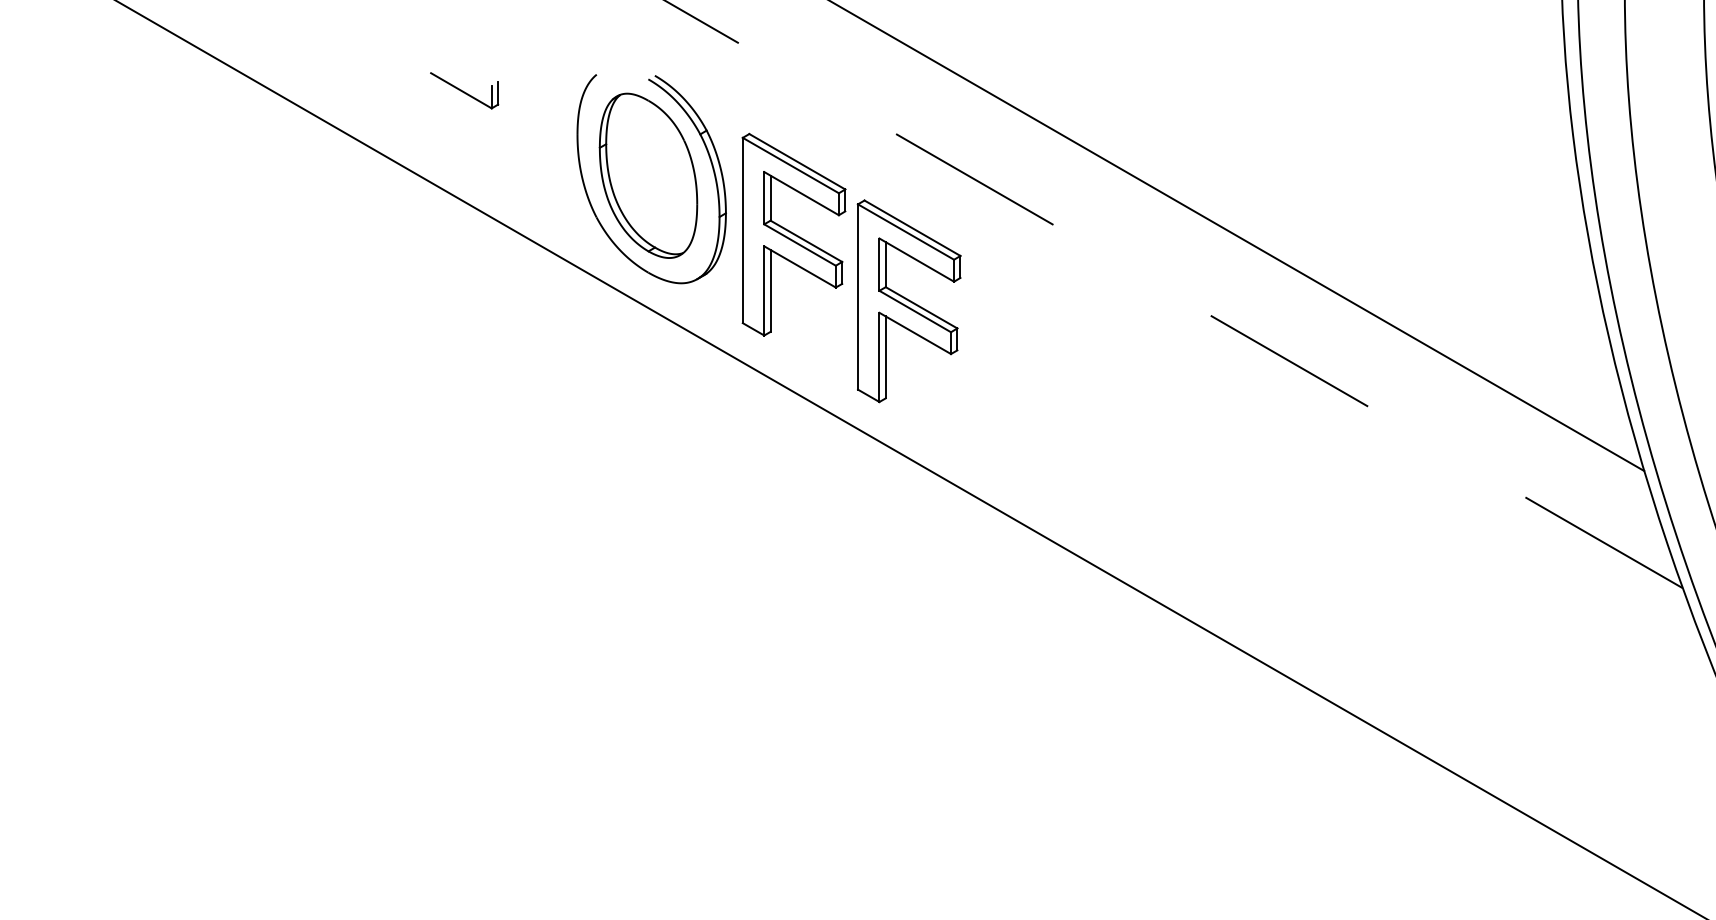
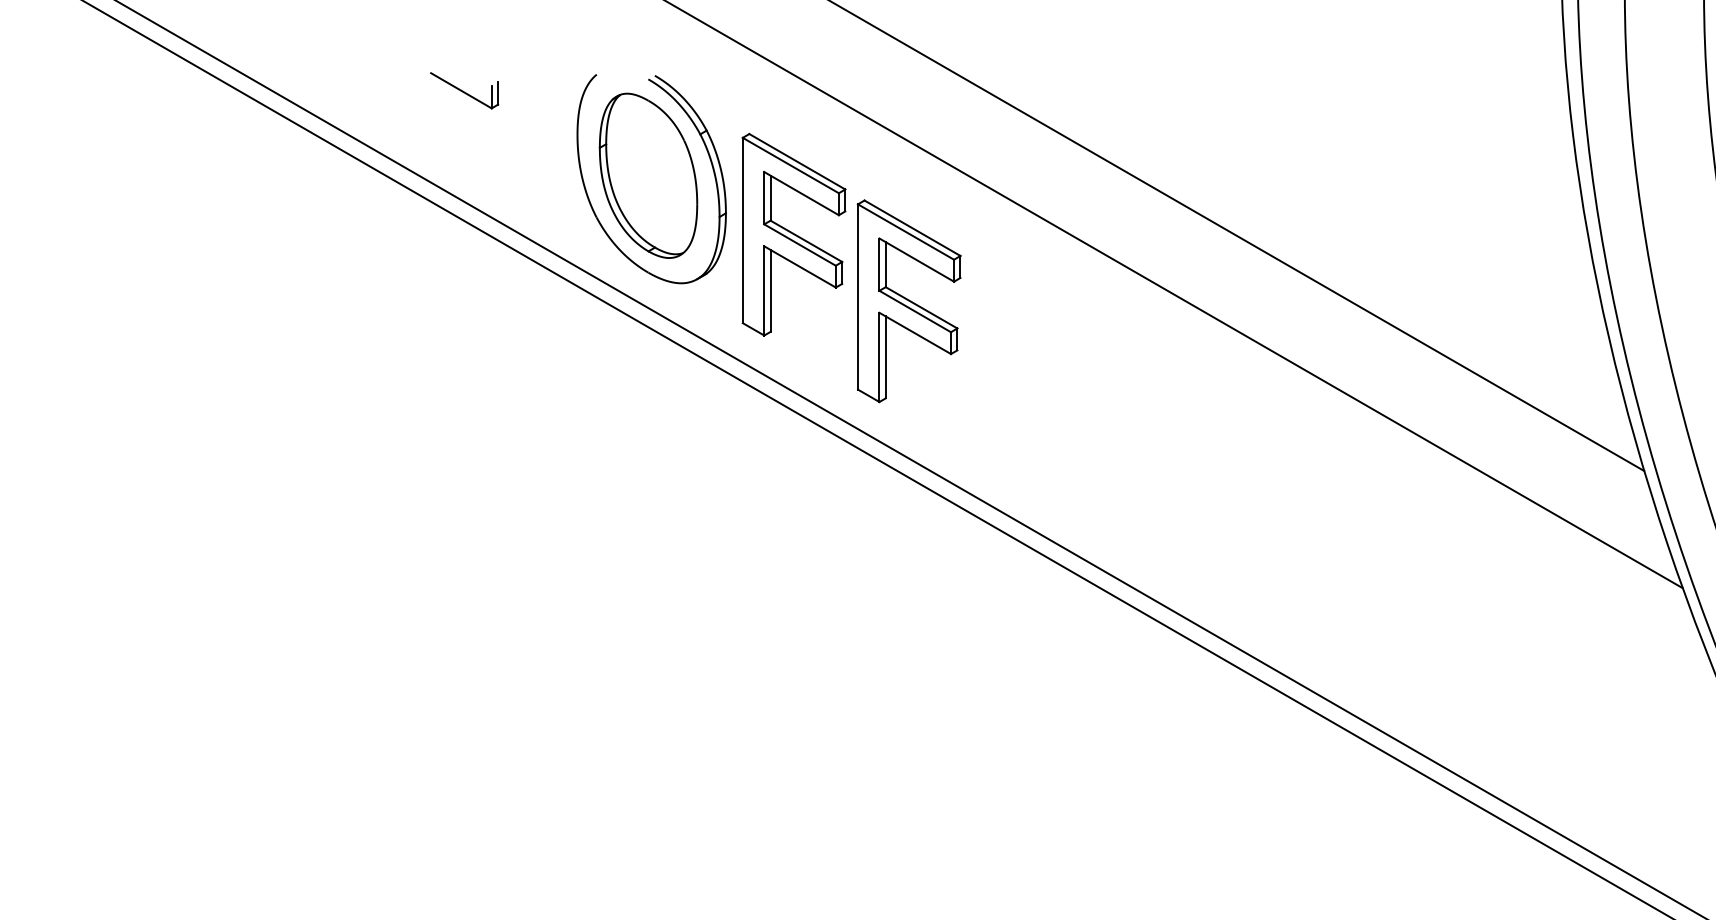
line at (1172, 293): dashed -> solid
line at (877, 459): none -> present
